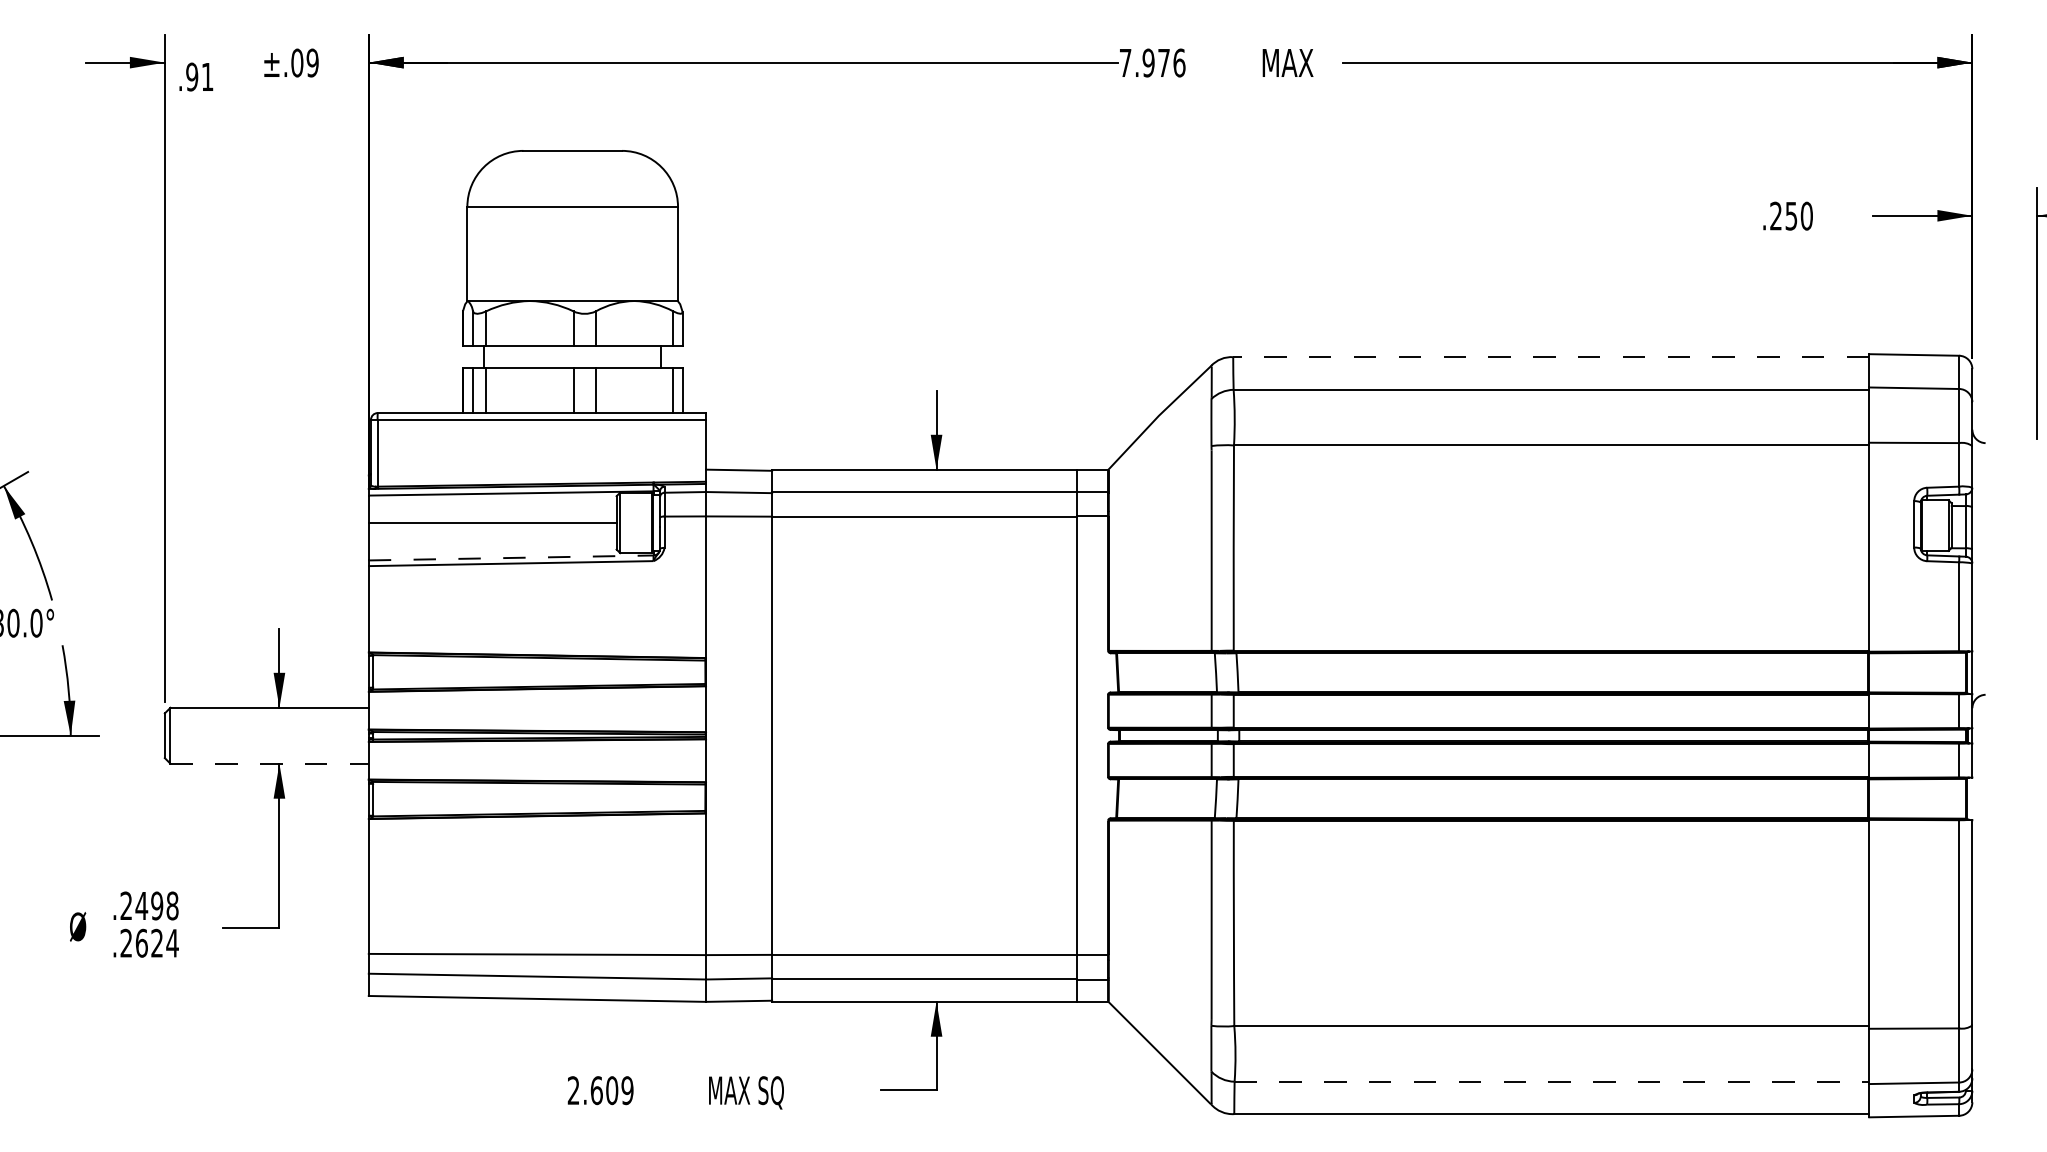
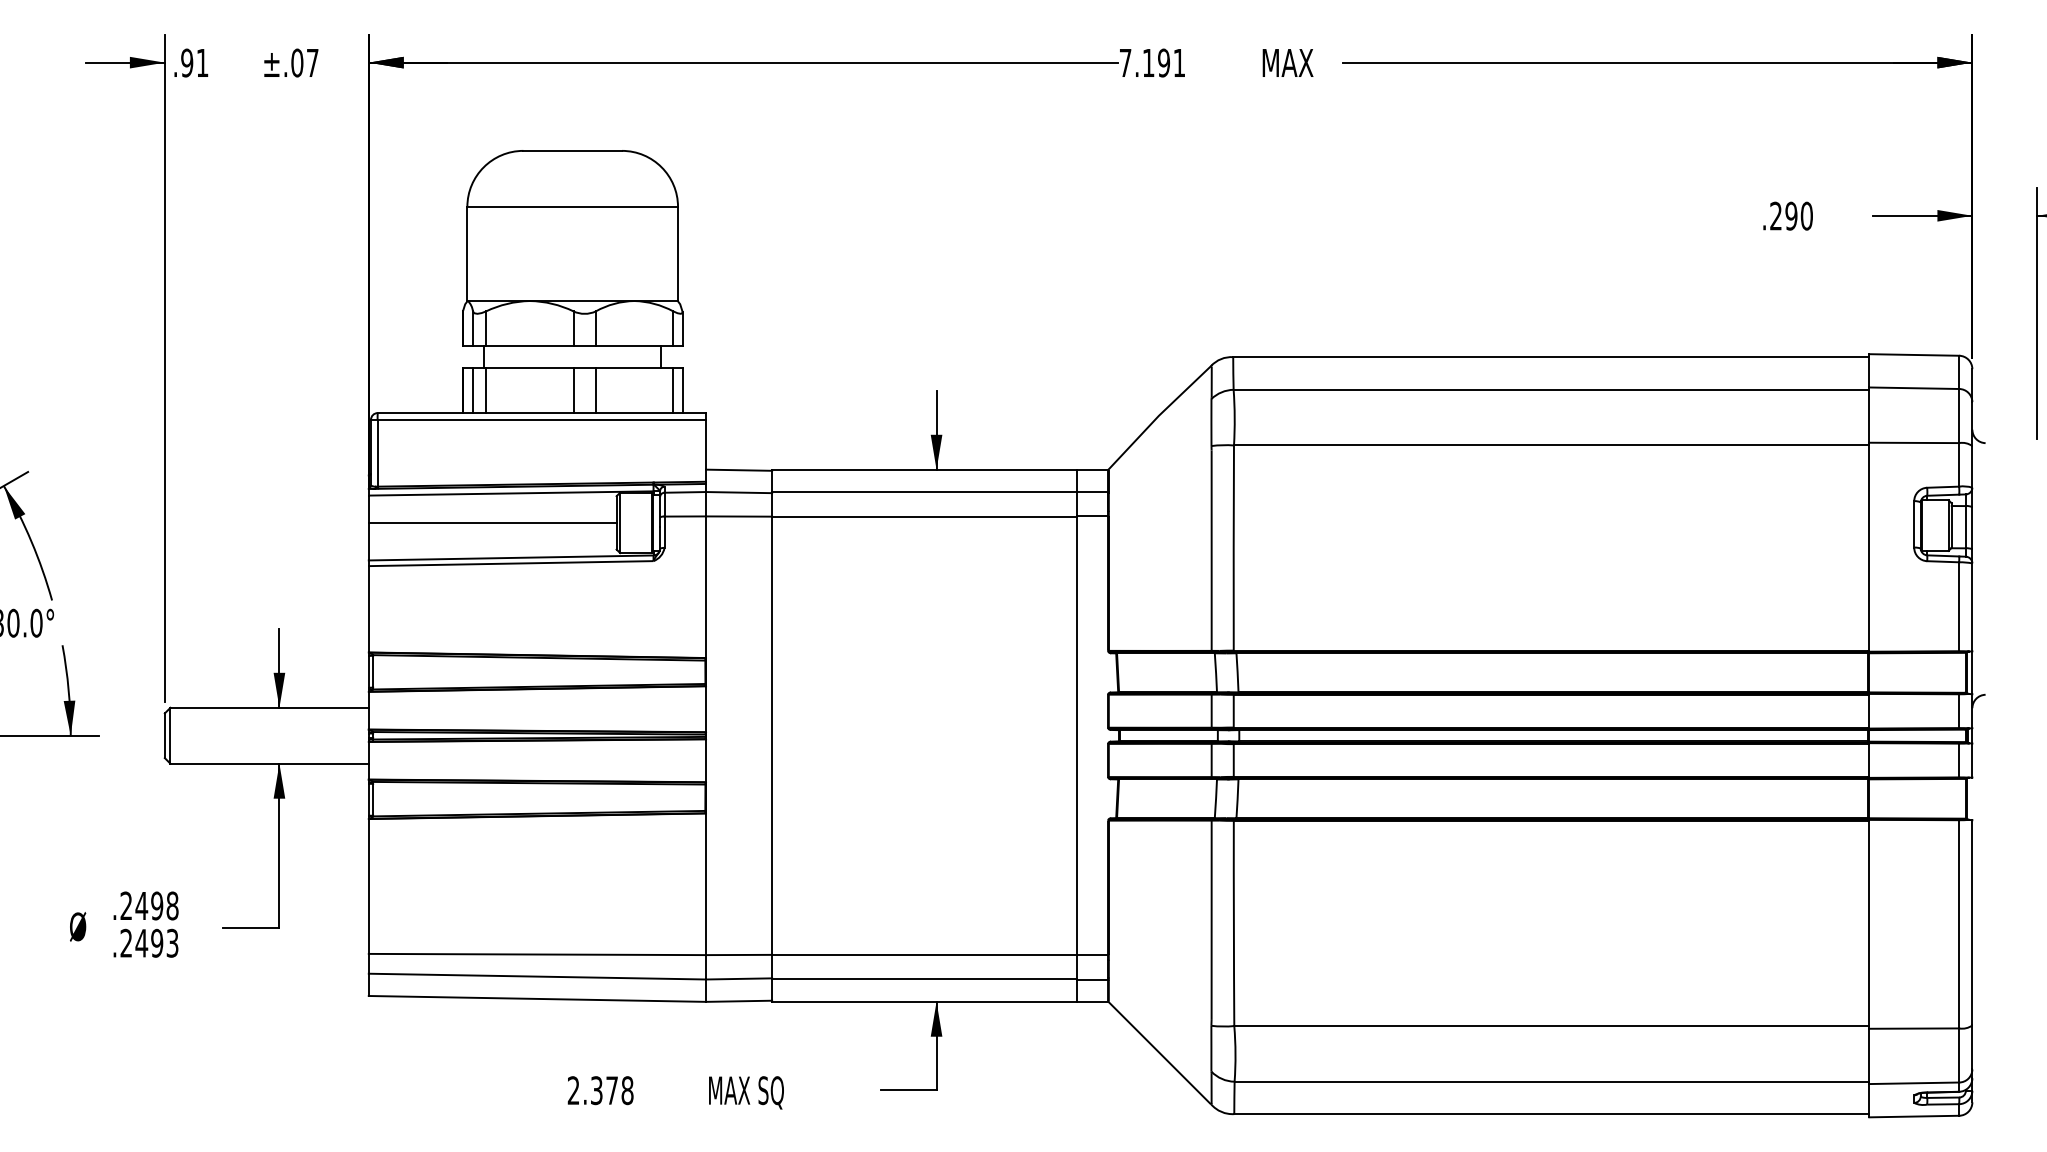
text at (312, 62): ±.09 -> ±.07
text at (1163, 62): 7.976 -> 7.191
text at (196, 76) position: (196, 76) -> (191, 62)
text at (1791, 215): .250 -> .290
line at (1550, 357): dashed -> solid
line at (511, 557): dashed -> solid
line at (270, 763): dashed -> solid
text at (156, 942): .2624 -> .2493
line at (1552, 1081): dashed -> solid
text at (611, 1090): 2.609 -> 2.378
